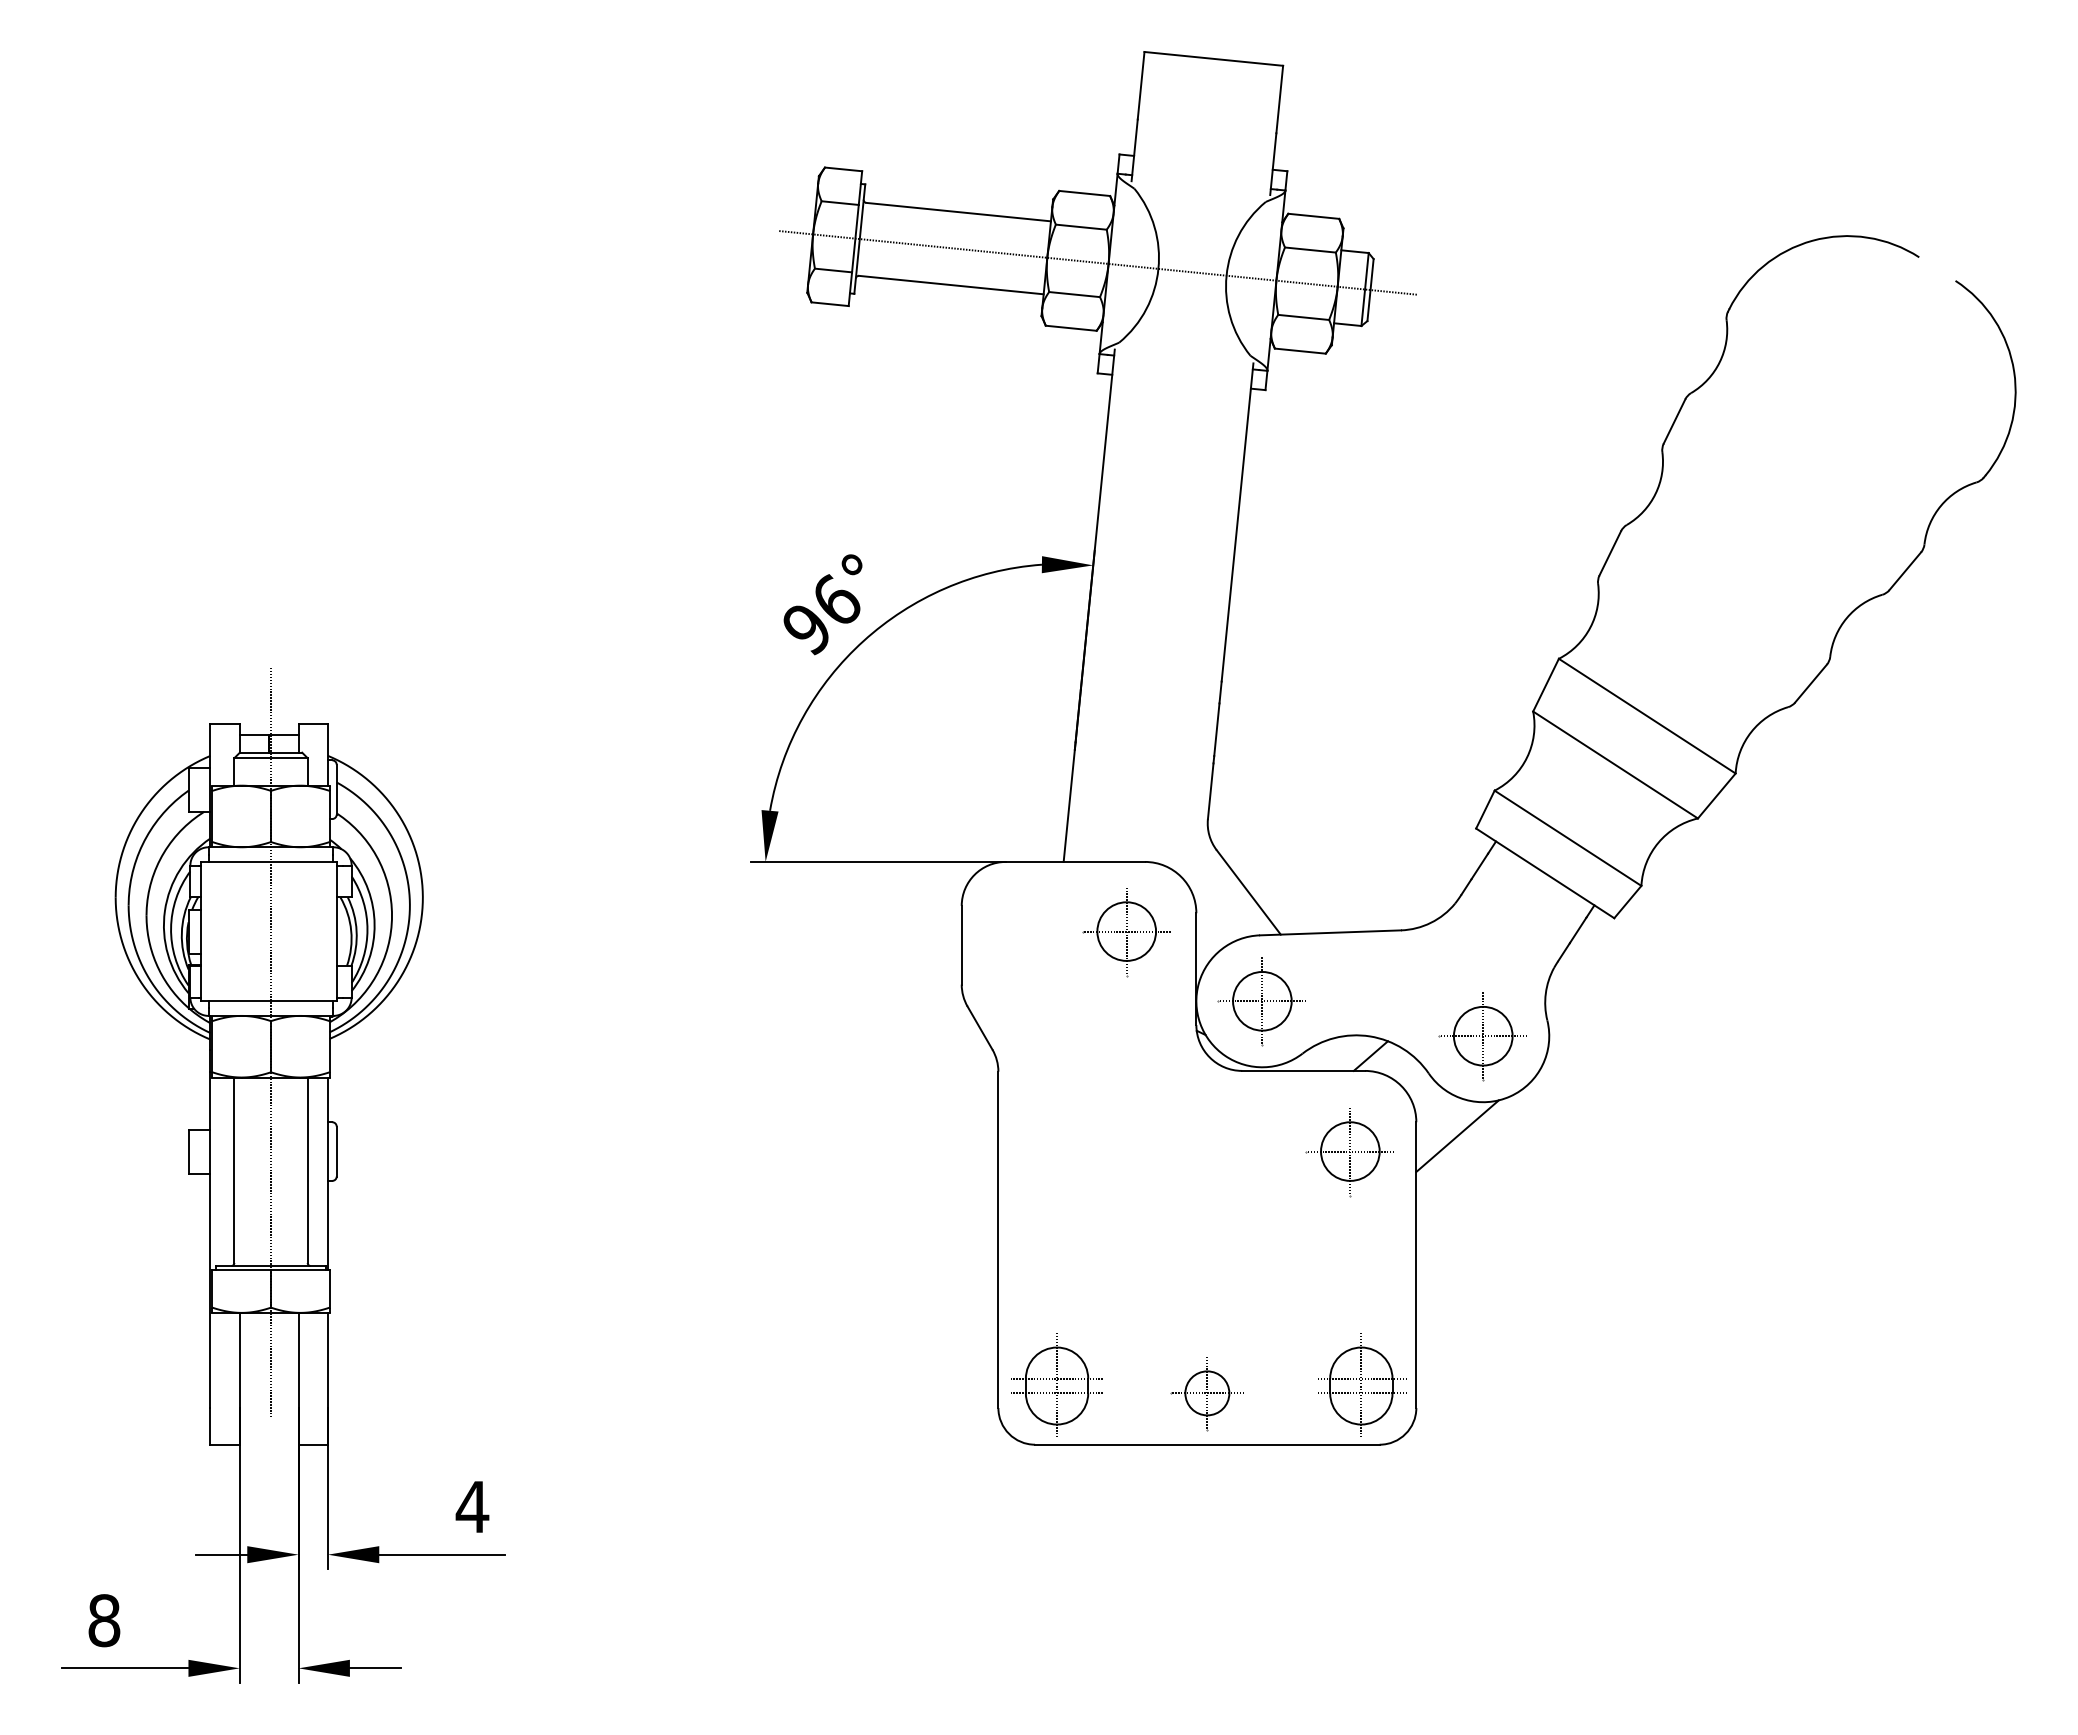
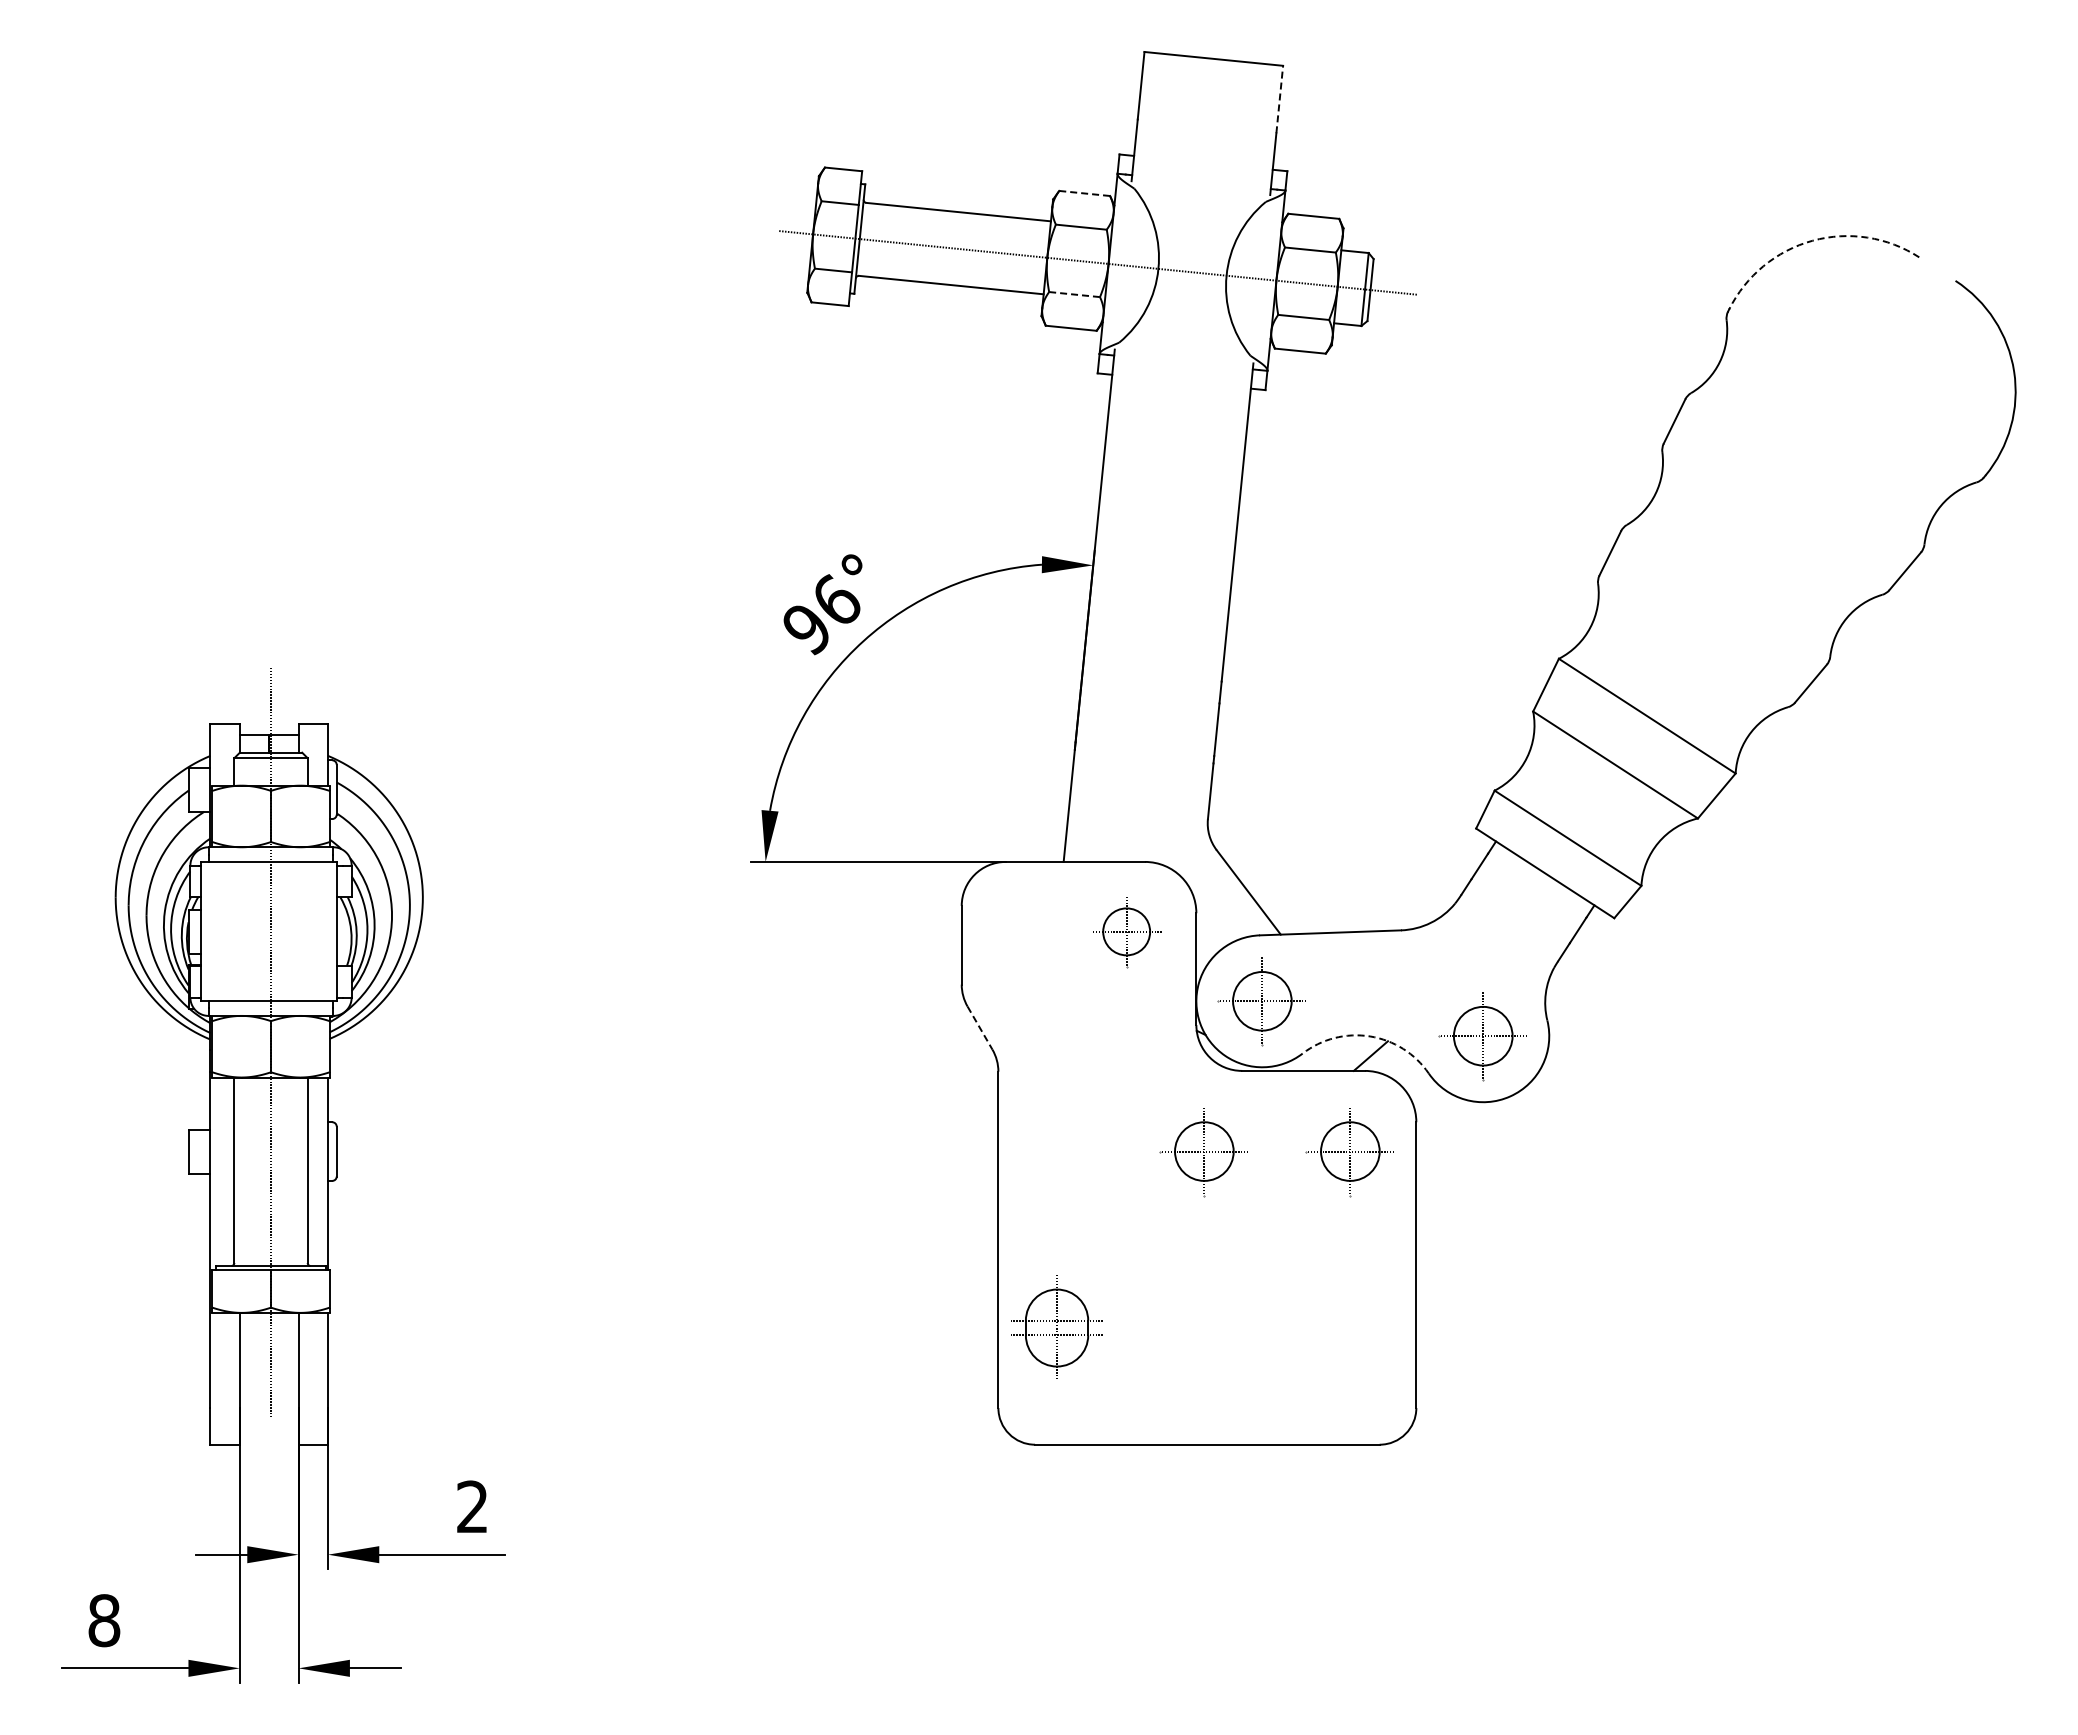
line at (1279, 99): solid -> dashed
line at (1084, 193): solid -> dashed
arc at (1812, 240): solid -> dashed
line at (1074, 294): solid -> dashed
part at (1126, 932) size: 89x90 px -> 69x72 px
line at (980, 1028): solid -> dashed
arc at (1370, 1036): solid -> dashed
line at (1457, 1135): present -> none
part at (1203, 1152): none -> present
part at (1056, 1384) position: (1056, 1384) -> (1056, 1326)
part at (1362, 1384): present -> none
part at (1206, 1394): present -> none
text at (472, 1506): 4 -> 2
